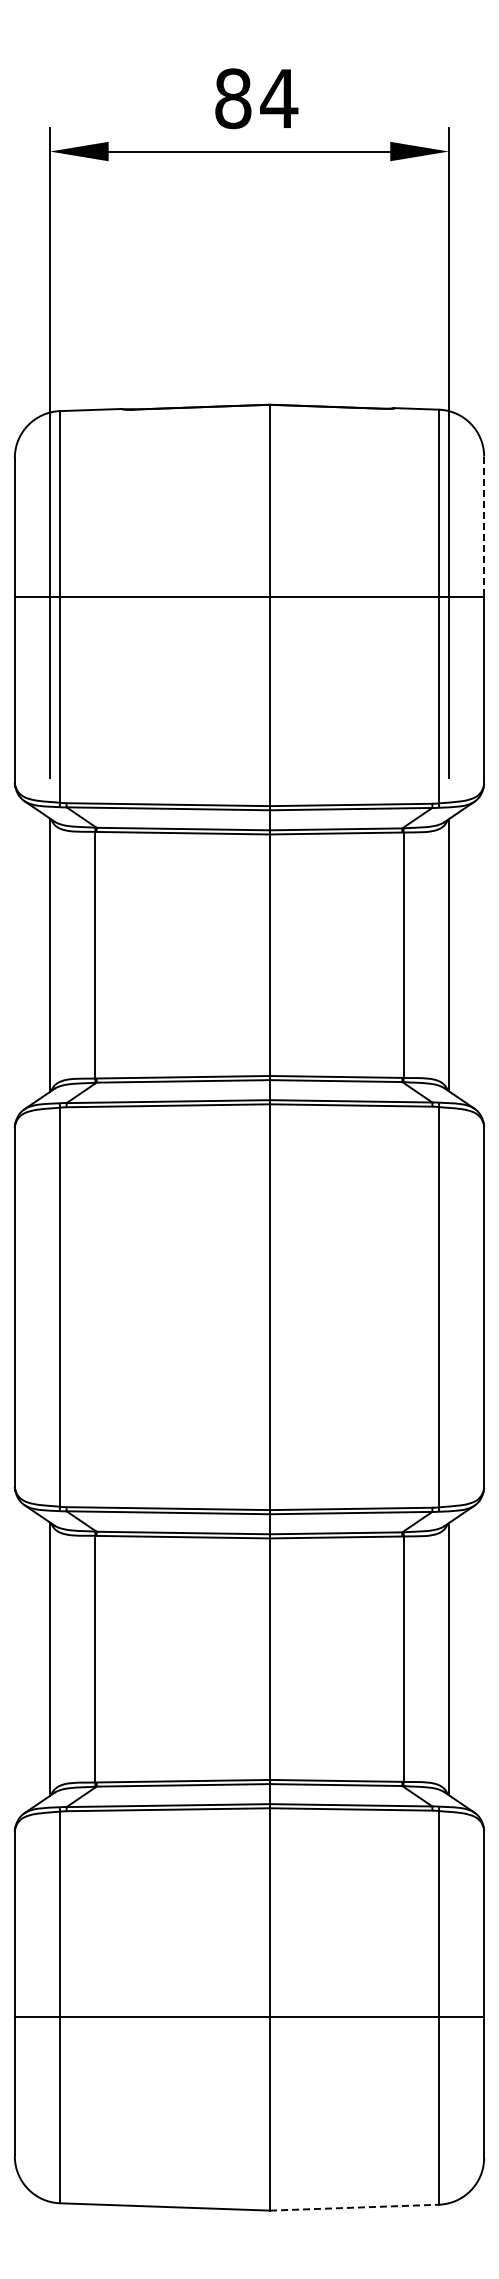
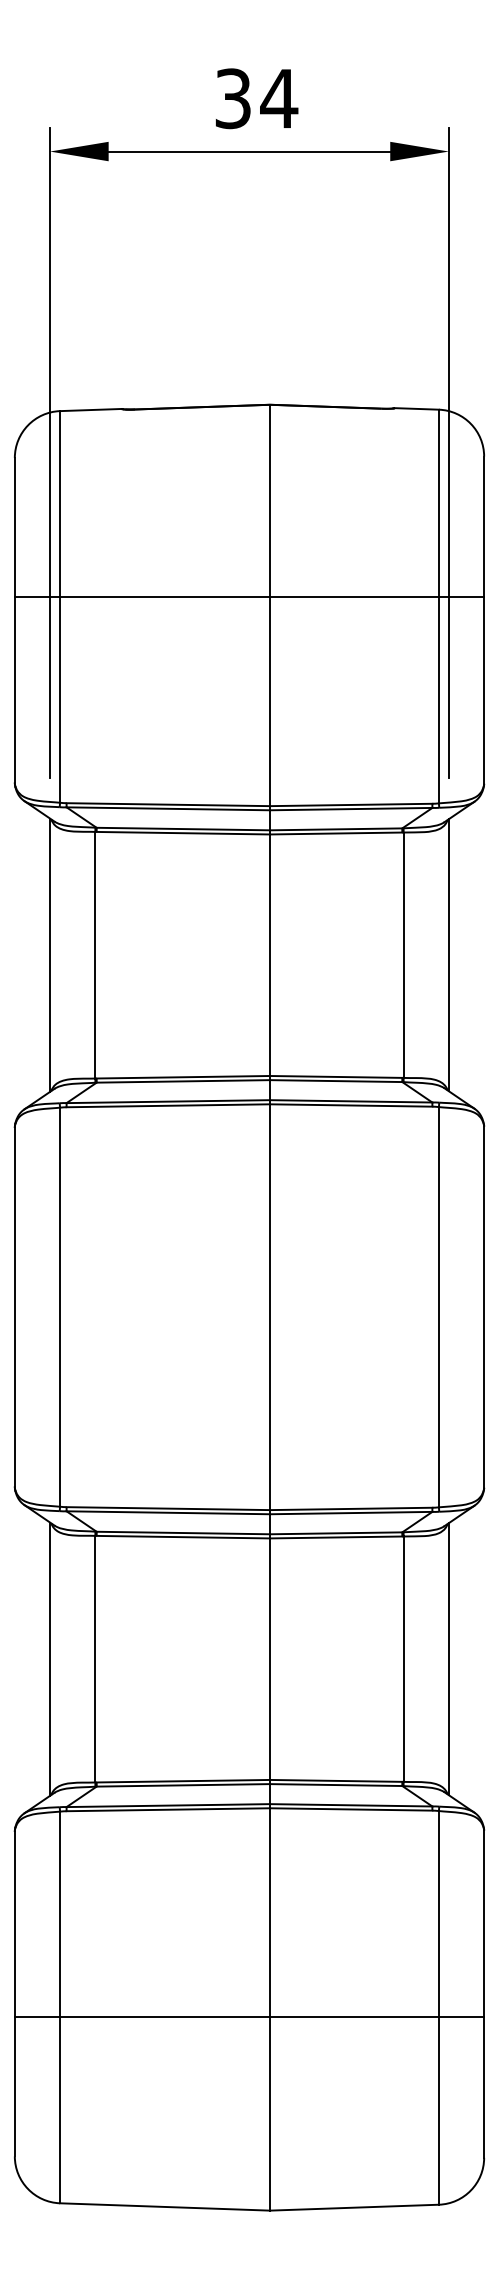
text at (233, 98): 84 -> 34
line at (484, 527): dashed -> solid
line at (354, 2207): dashed -> solid
